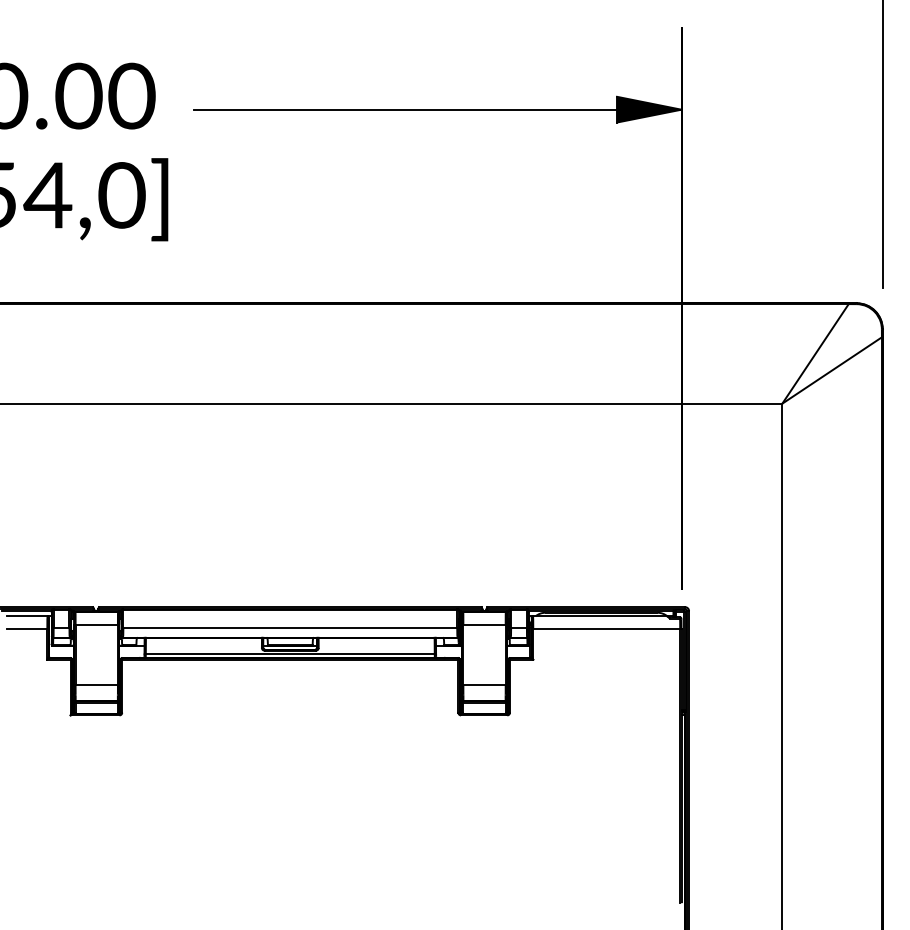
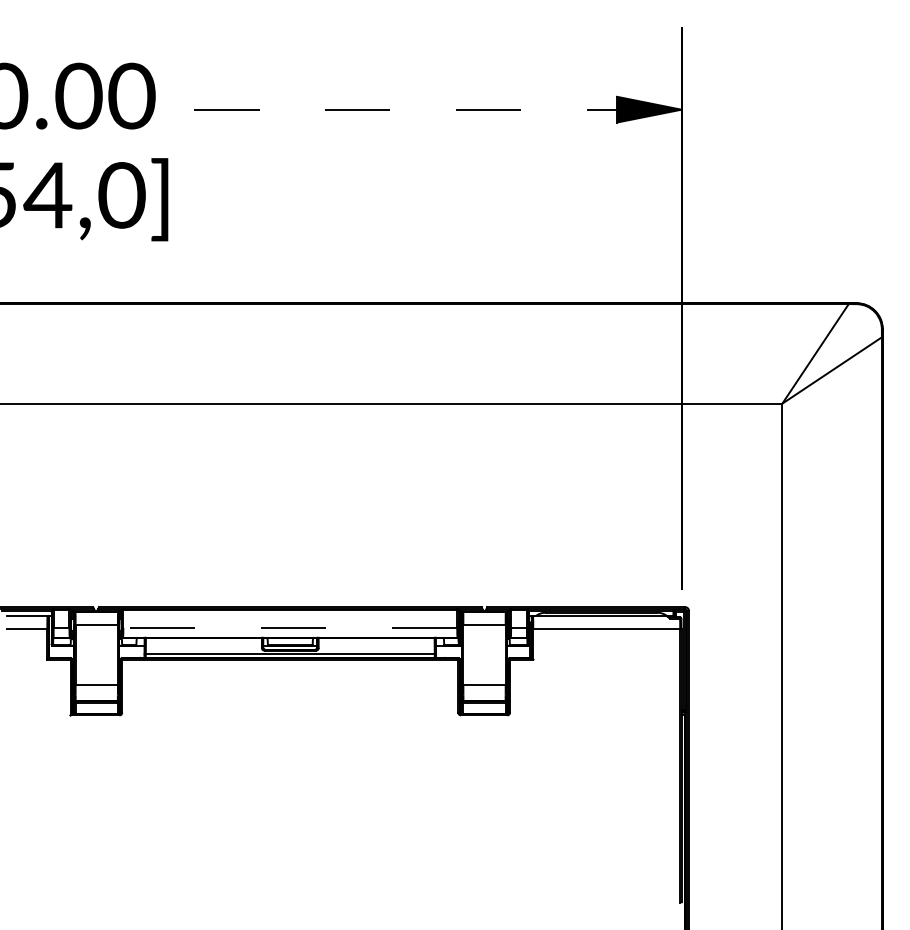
line at (406, 109): solid -> dashed
line at (882, 145): present -> none
line at (290, 627): solid -> dashed
